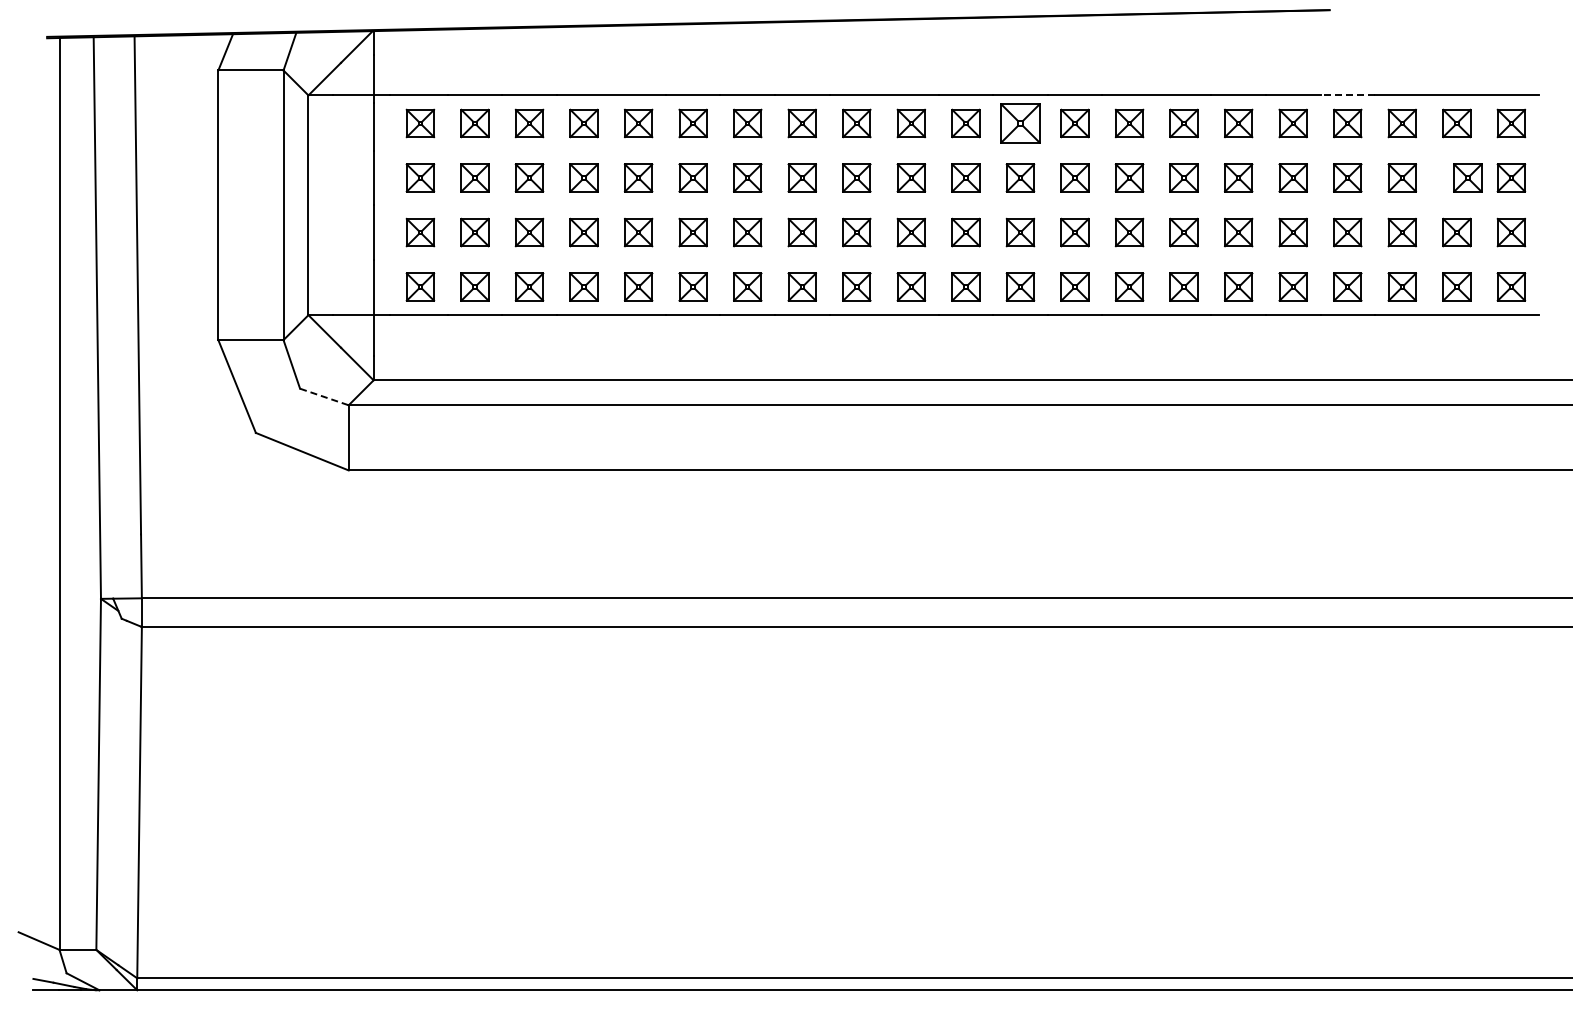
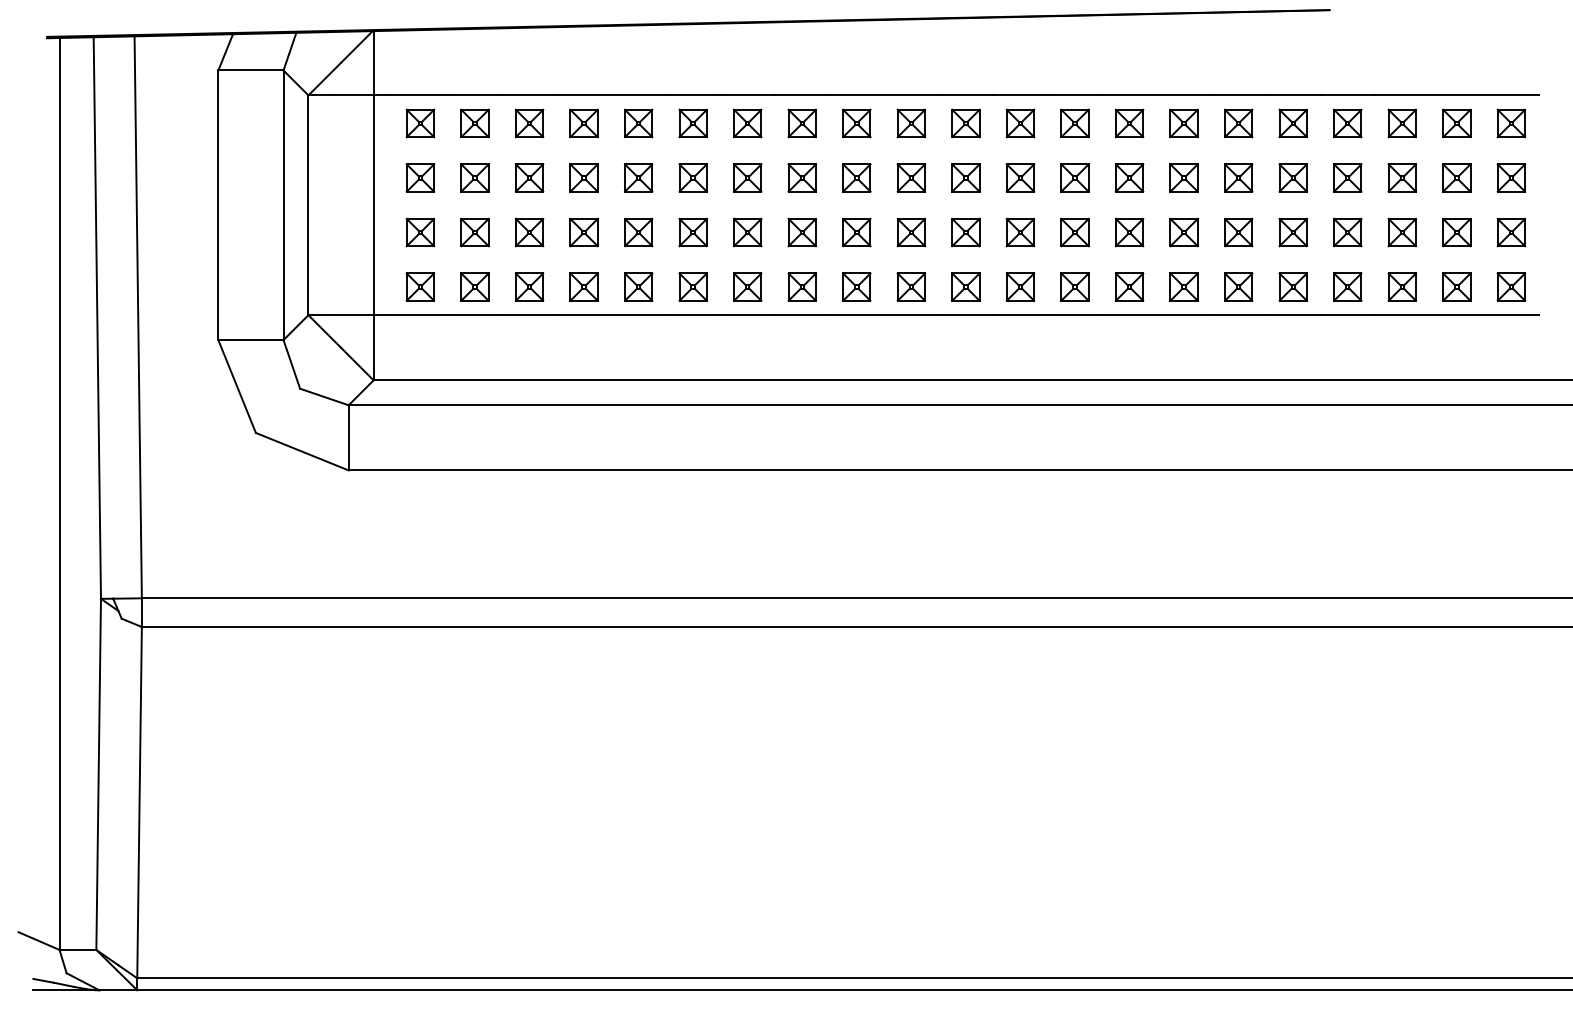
line at (1347, 95): dashed -> solid
part at (1020, 123) size: 41x41 px -> 31x31 px
part at (1467, 177) position: (1467, 177) -> (1456, 177)
line at (324, 397): dashed -> solid
